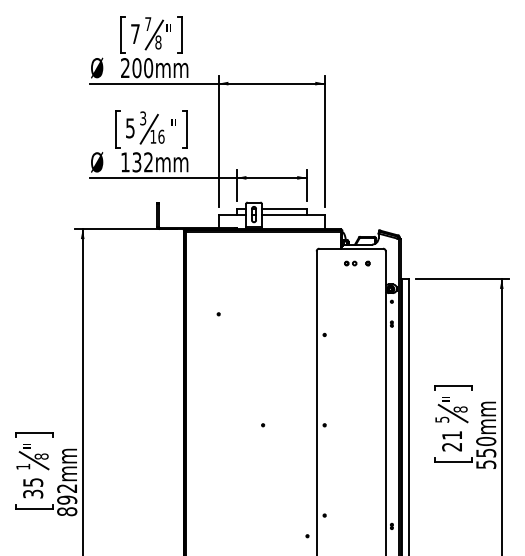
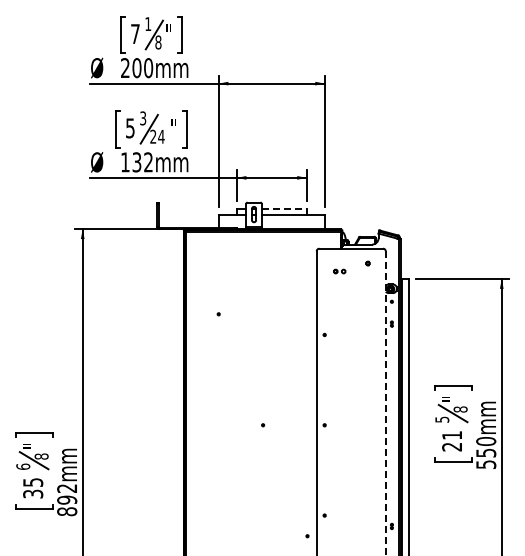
text at (148, 23): 7 -> 1
text at (157, 136): 16 -> 24
line at (284, 208): solid -> dashed
part at (350, 263) position: (350, 263) -> (339, 271)
line at (385, 403): solid -> dashed
text at (23, 466): 1 -> 6
